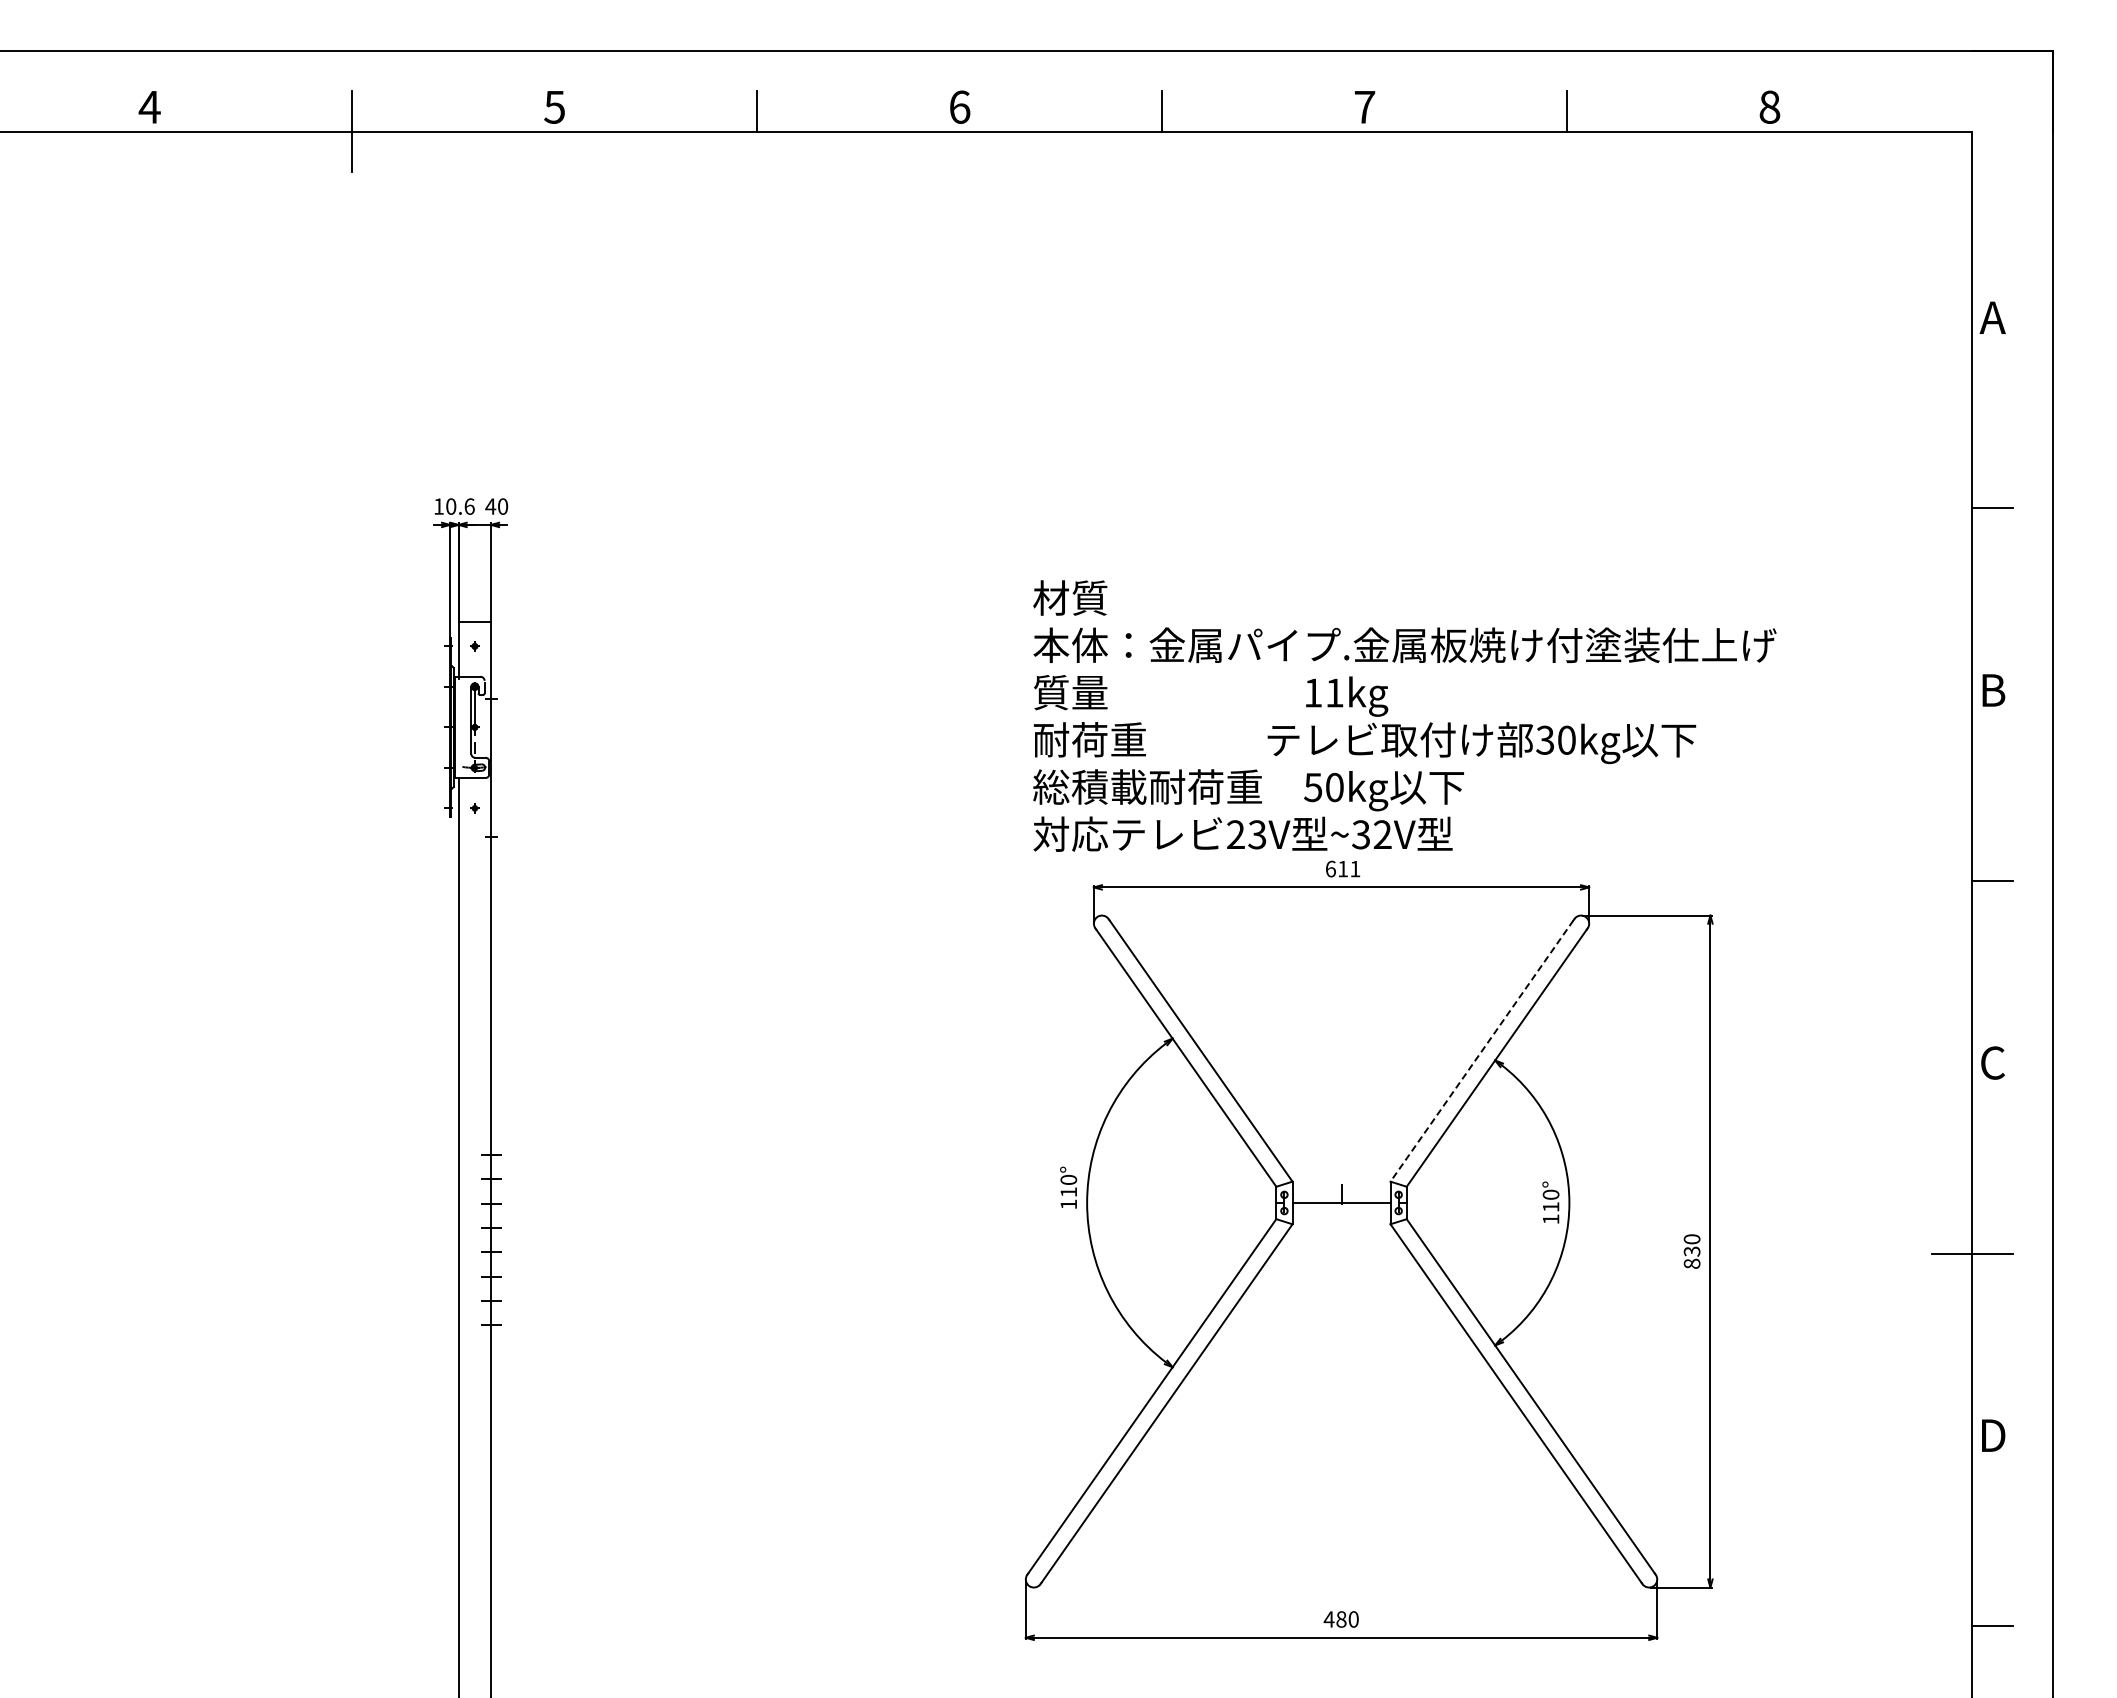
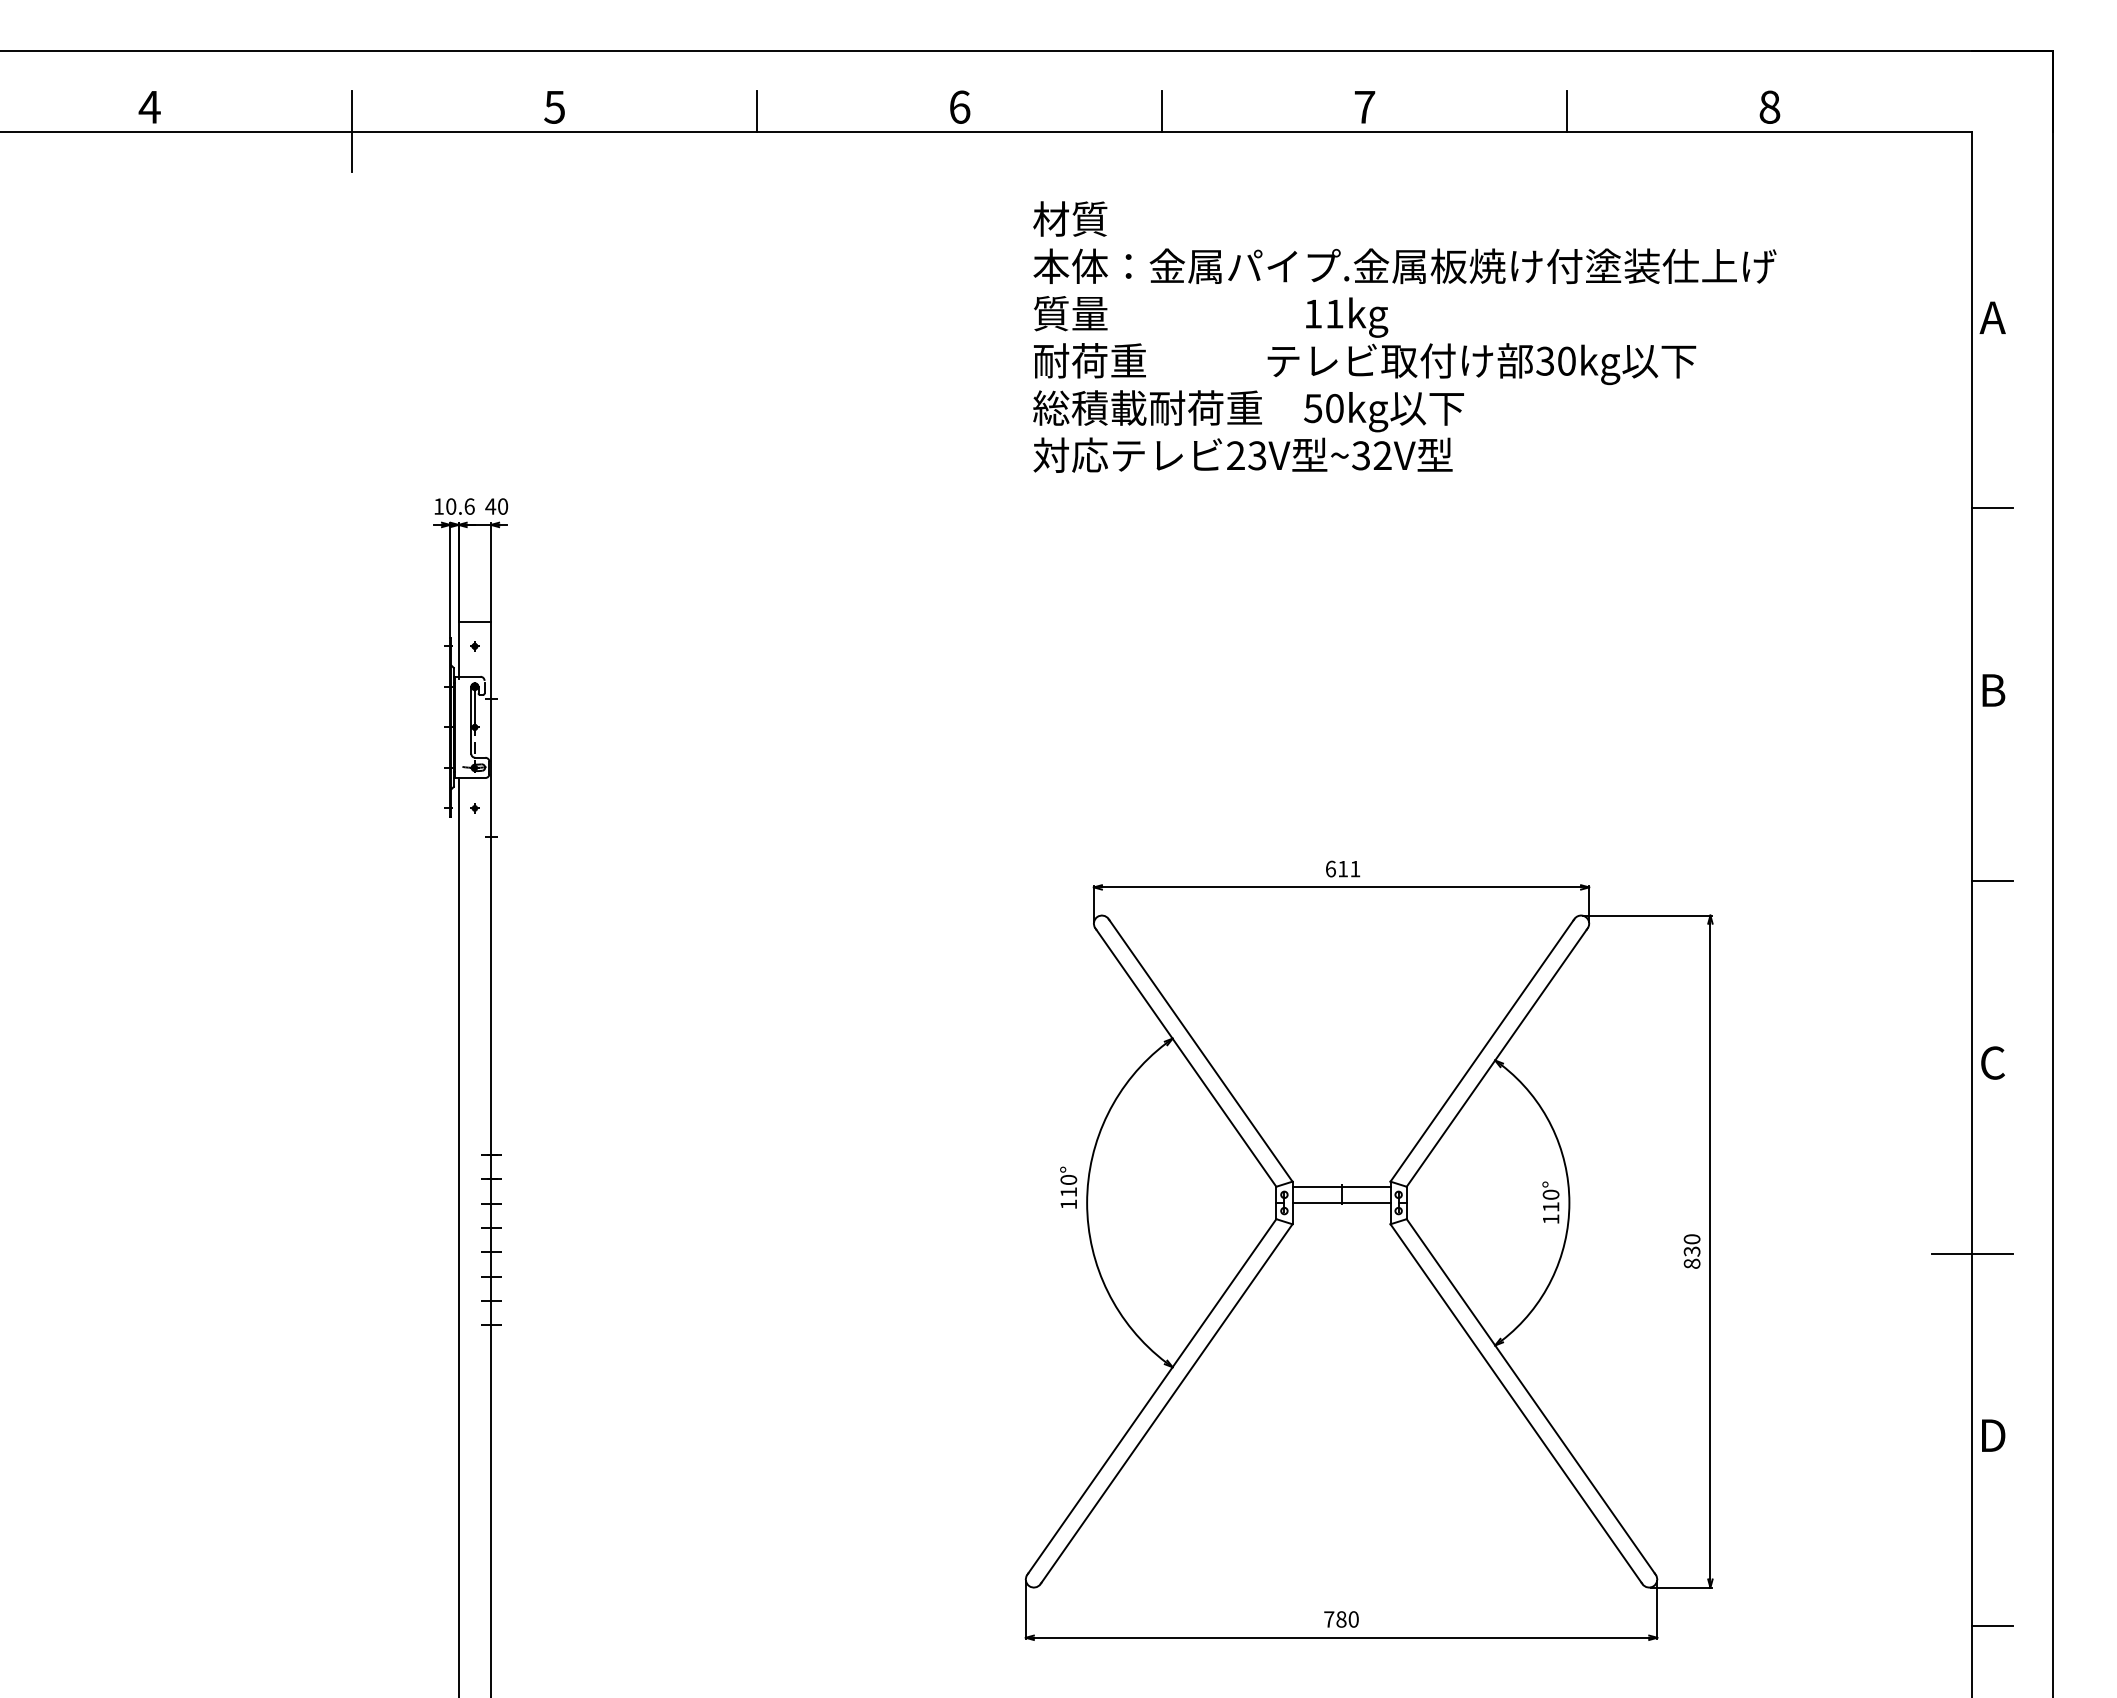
text at (1404, 715) position: (1404, 715) -> (1404, 336)
line at (1482, 1051): dashed -> solid
line at (1341, 1186): none -> present
text at (1328, 1619): 480 -> 780
